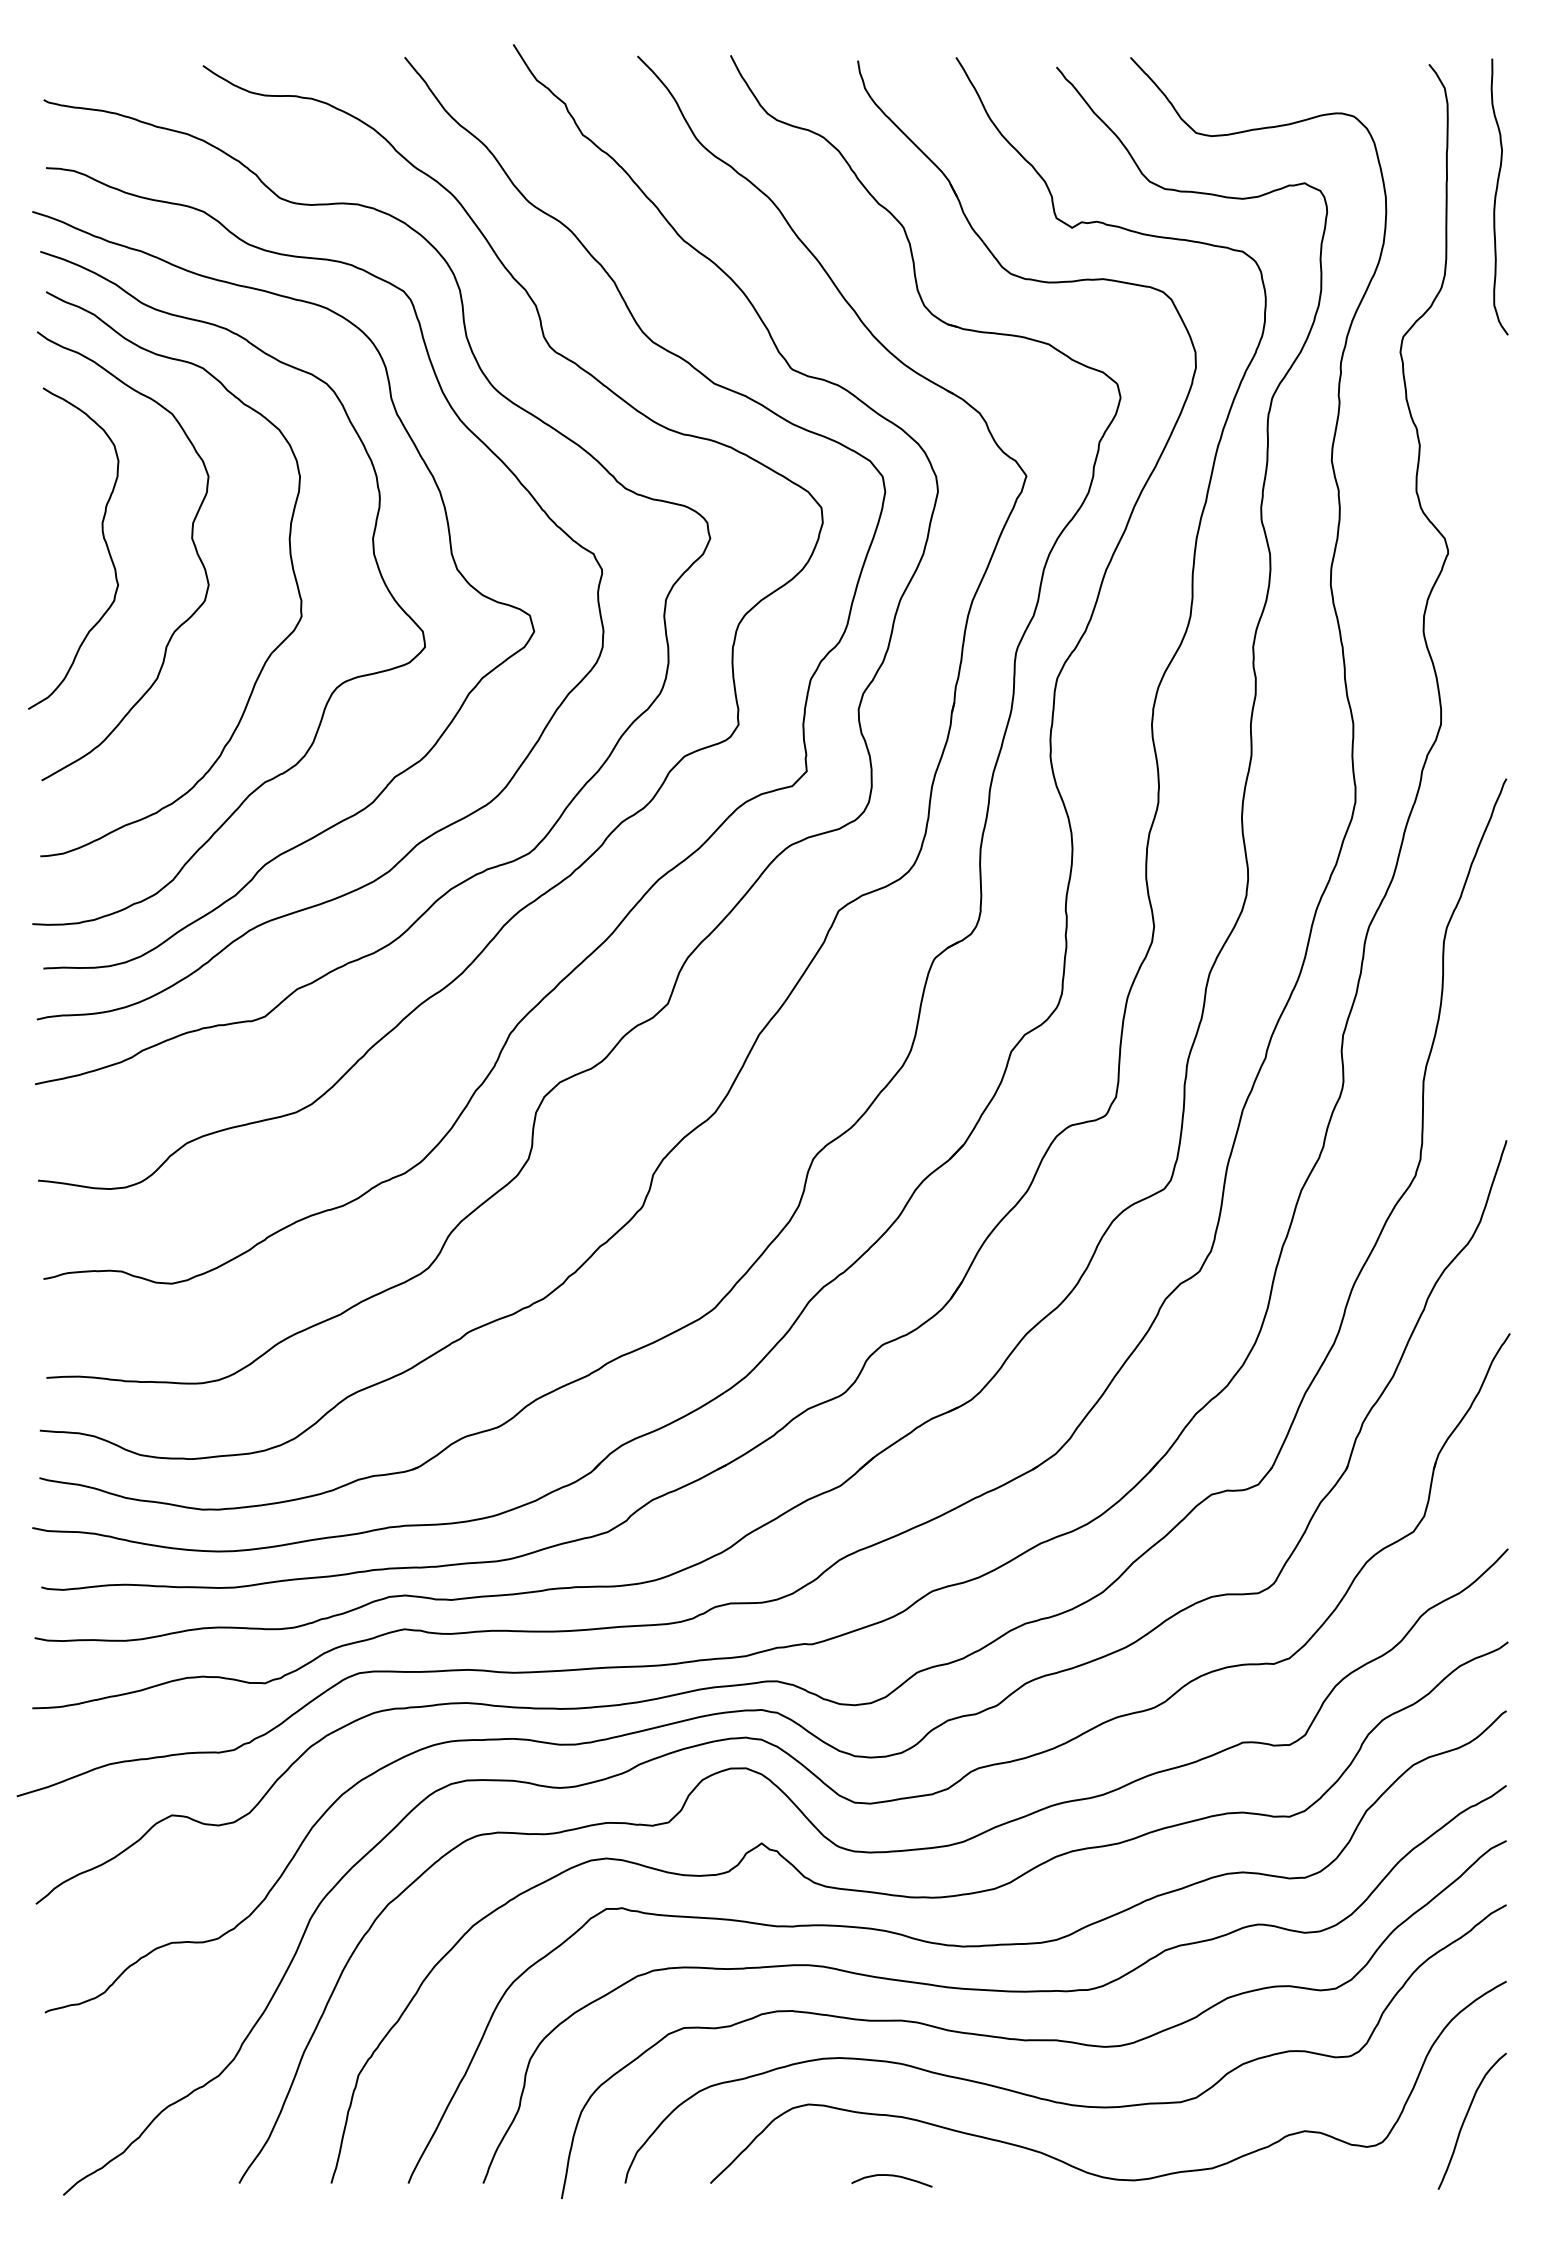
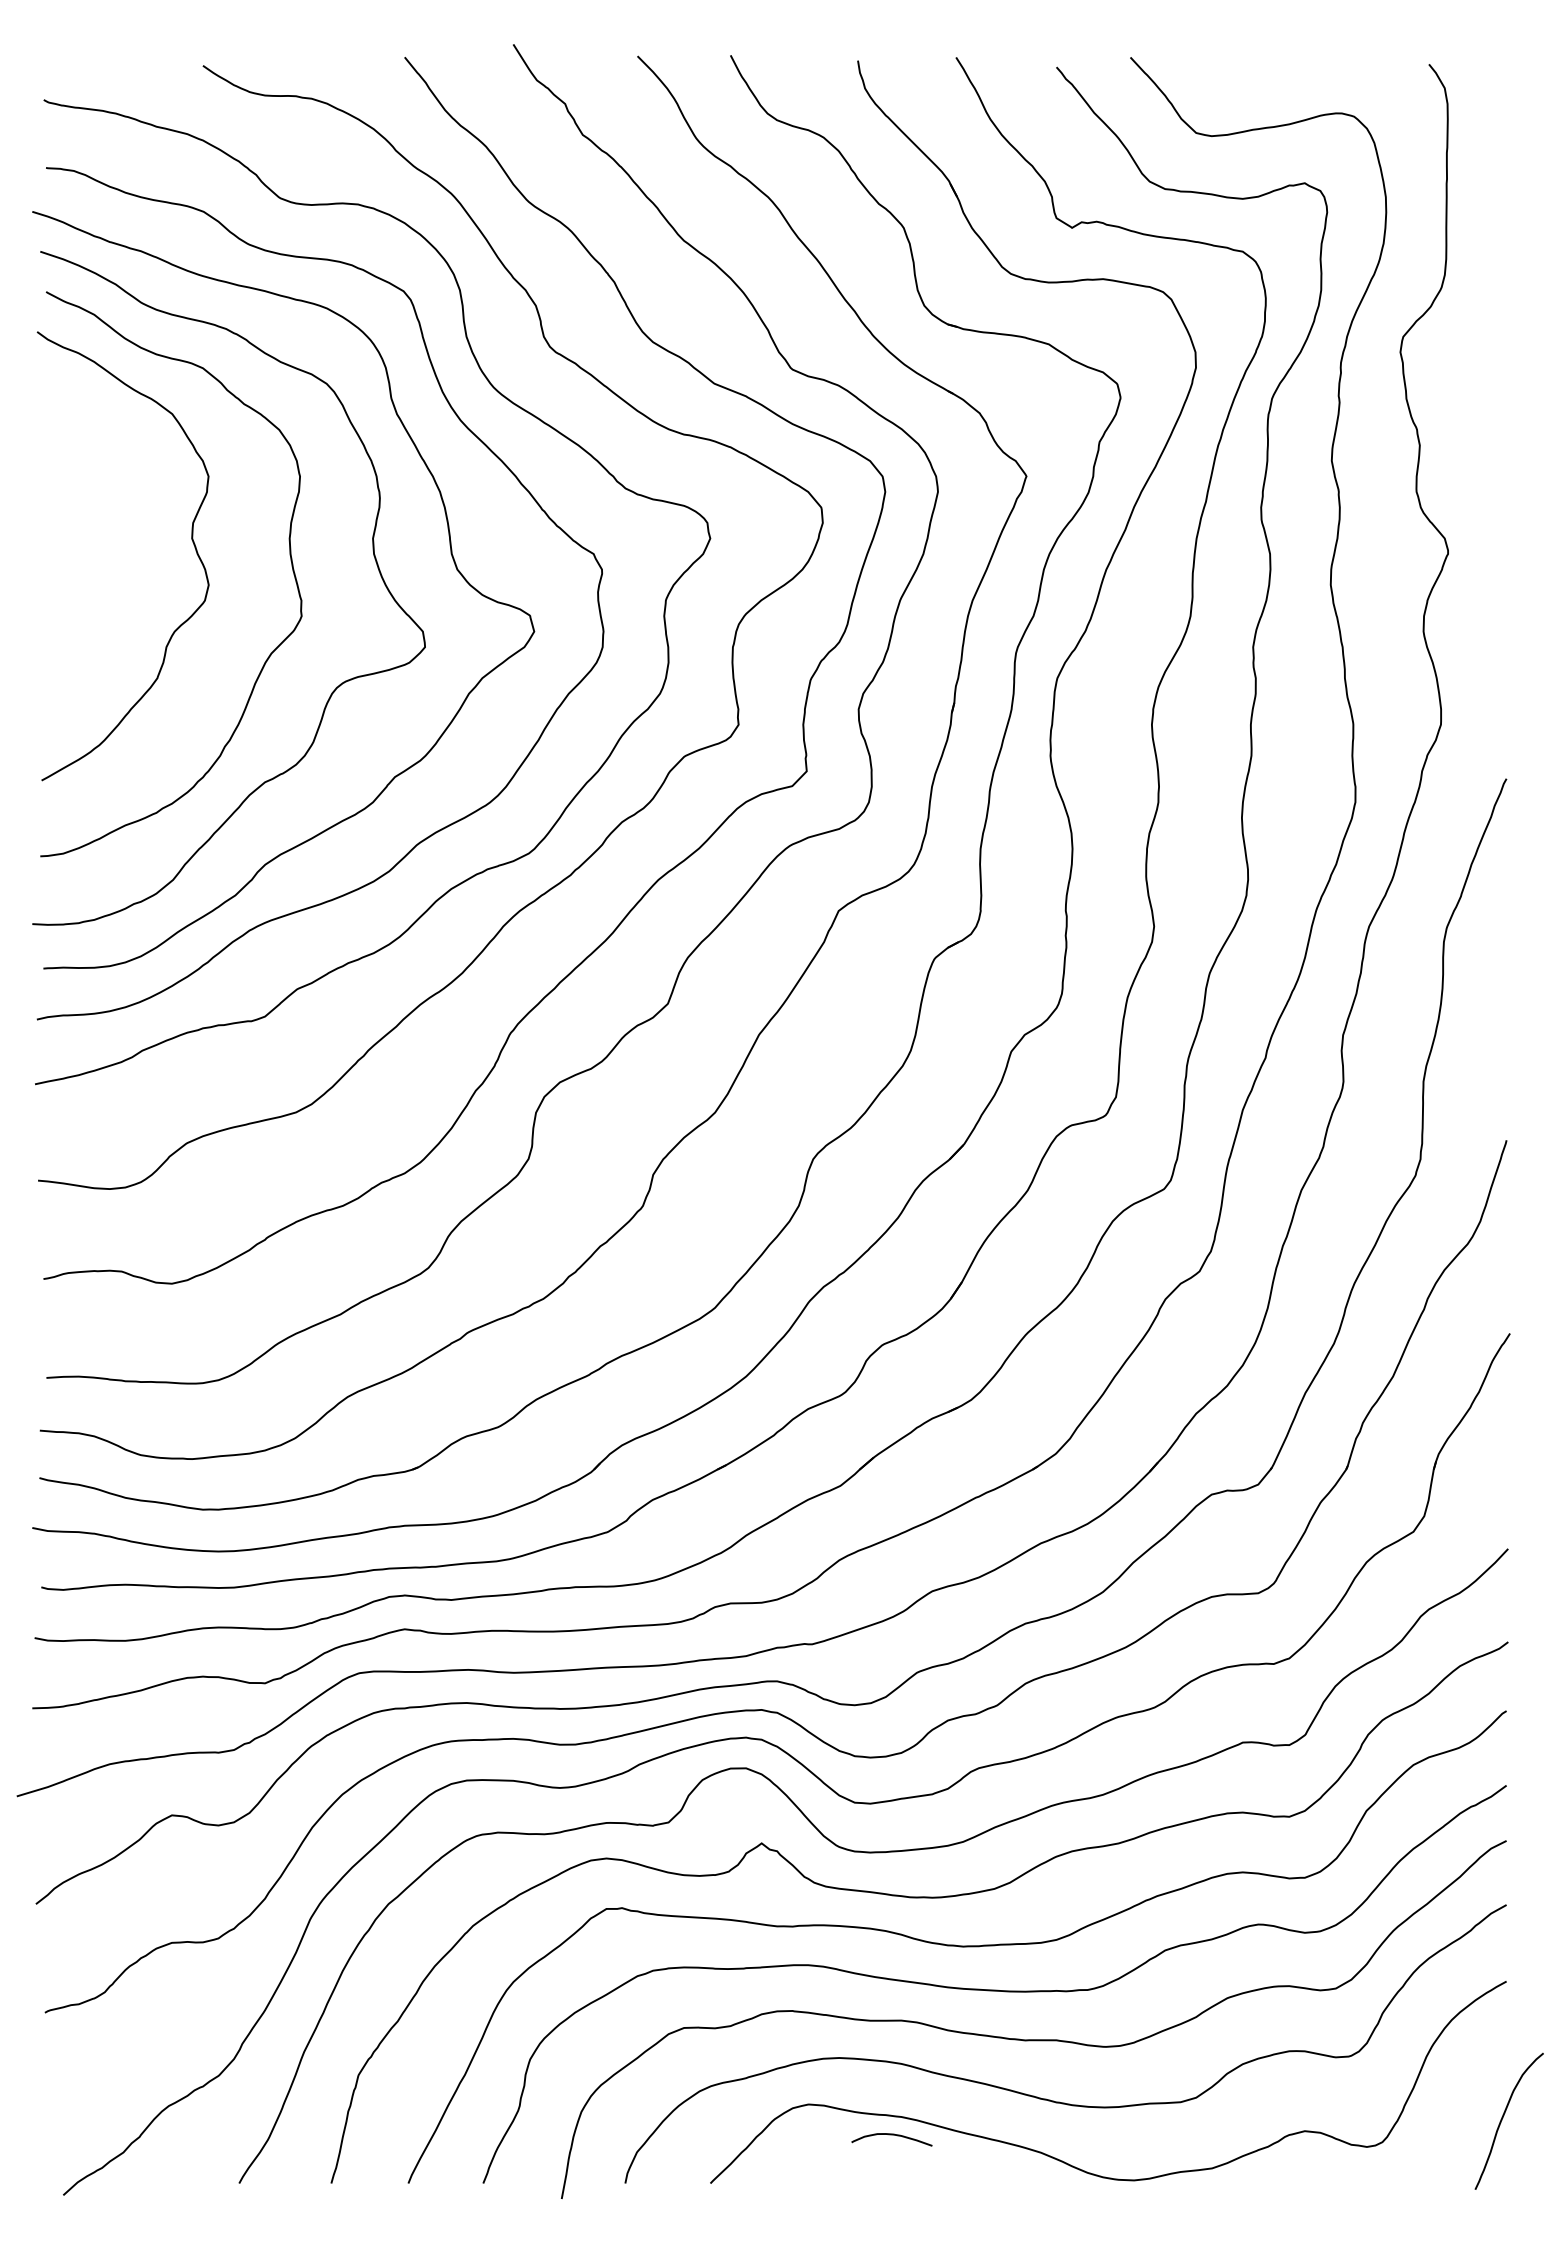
curve at (1496, 196): present -> none
curve at (103, 539): present -> none
curve at (1466, 2118) position: (1466, 2118) -> (1503, 2118)
curve at (891, 2176) position: (891, 2176) -> (891, 2135)
